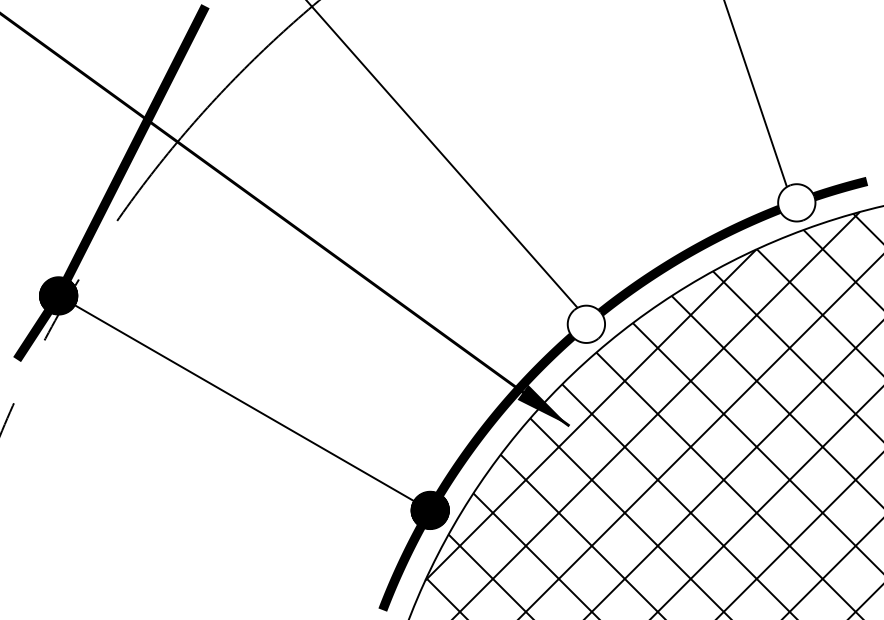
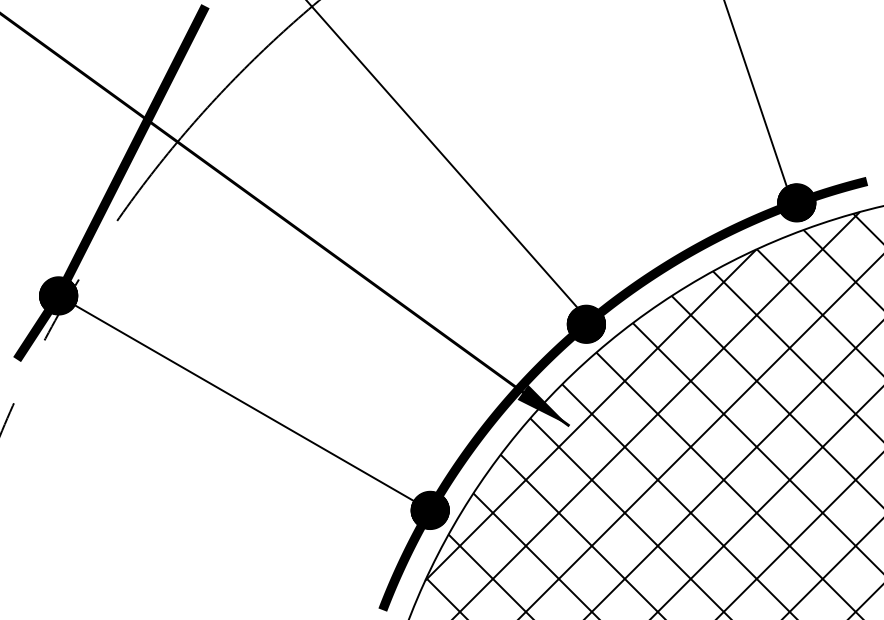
hatch at (796, 202): none -> present
hatch at (586, 323): none -> present
